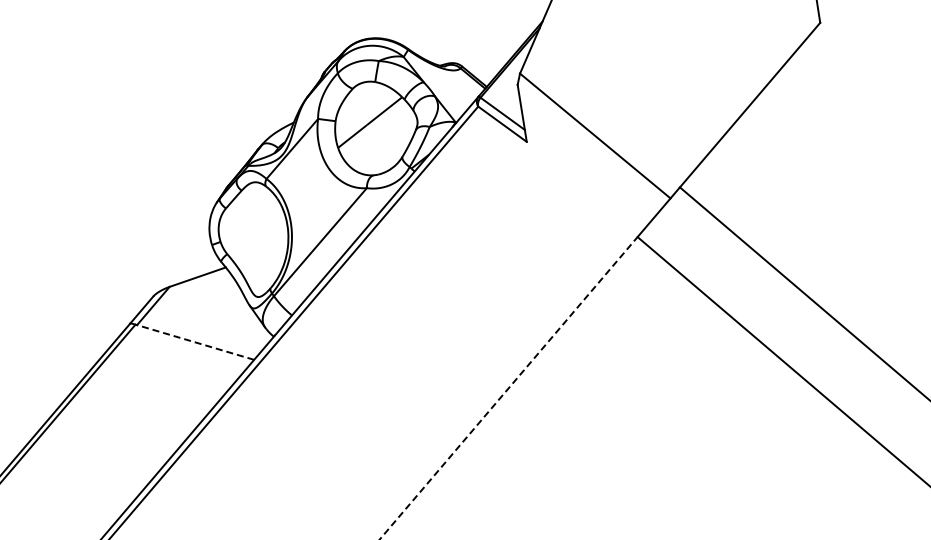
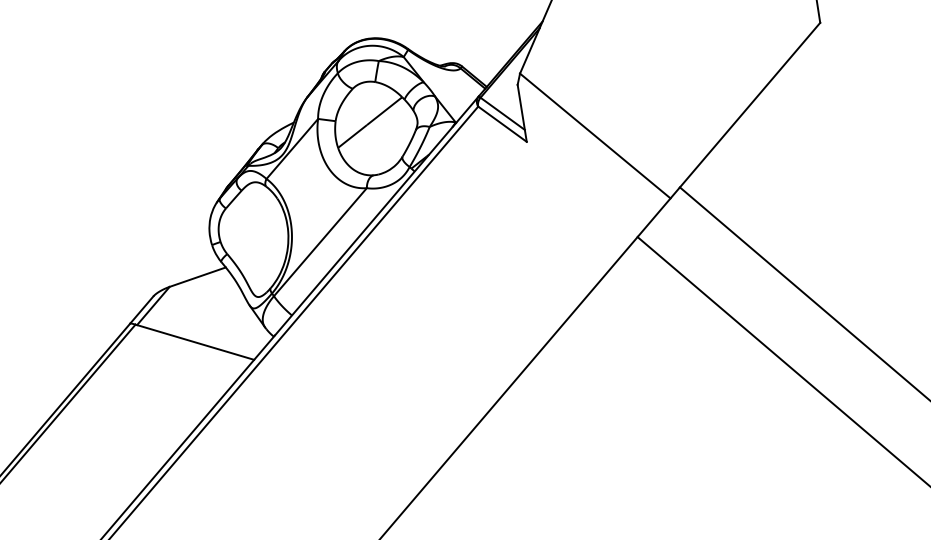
line at (194, 342): dashed -> solid
line at (508, 388): dashed -> solid
